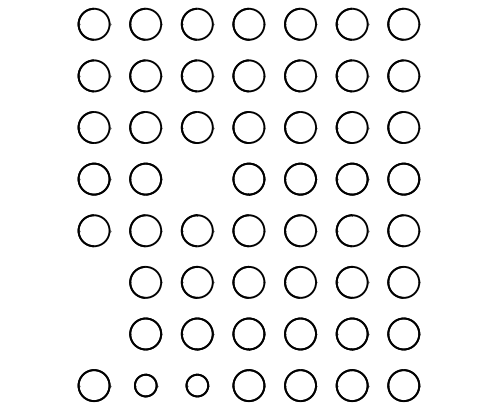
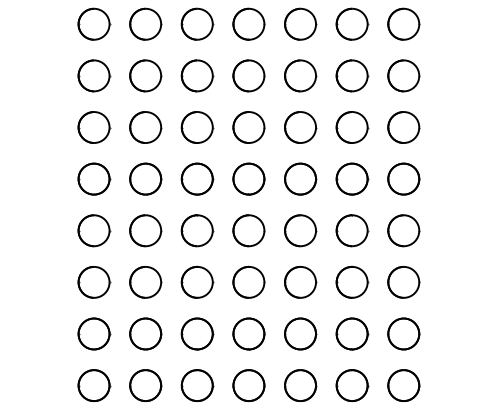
part at (197, 178): none -> present
part at (94, 282): none -> present
part at (94, 333): none -> present
part at (146, 385) size: 25x25 px -> 34x33 px
part at (197, 385) size: 25x25 px -> 35x33 px
